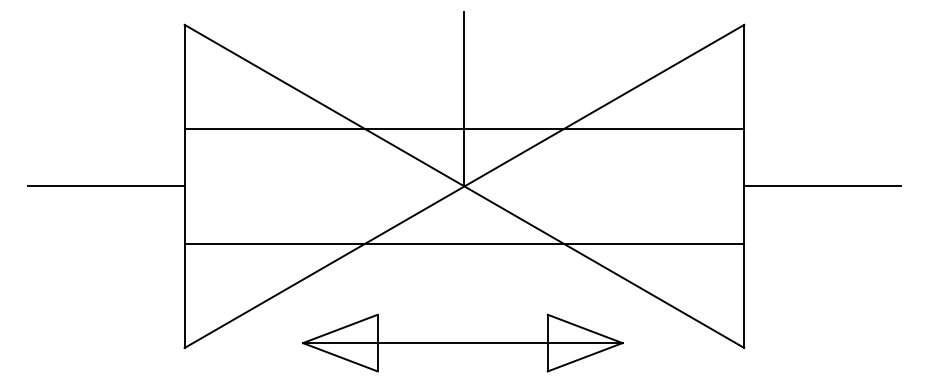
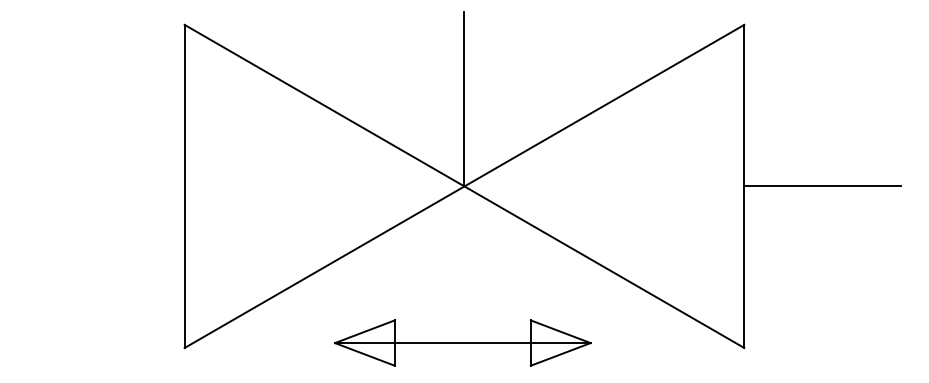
line at (464, 128): present -> none
line at (105, 186): present -> none
line at (464, 243): present -> none
part at (462, 342) size: 322x60 px -> 258x48 px
